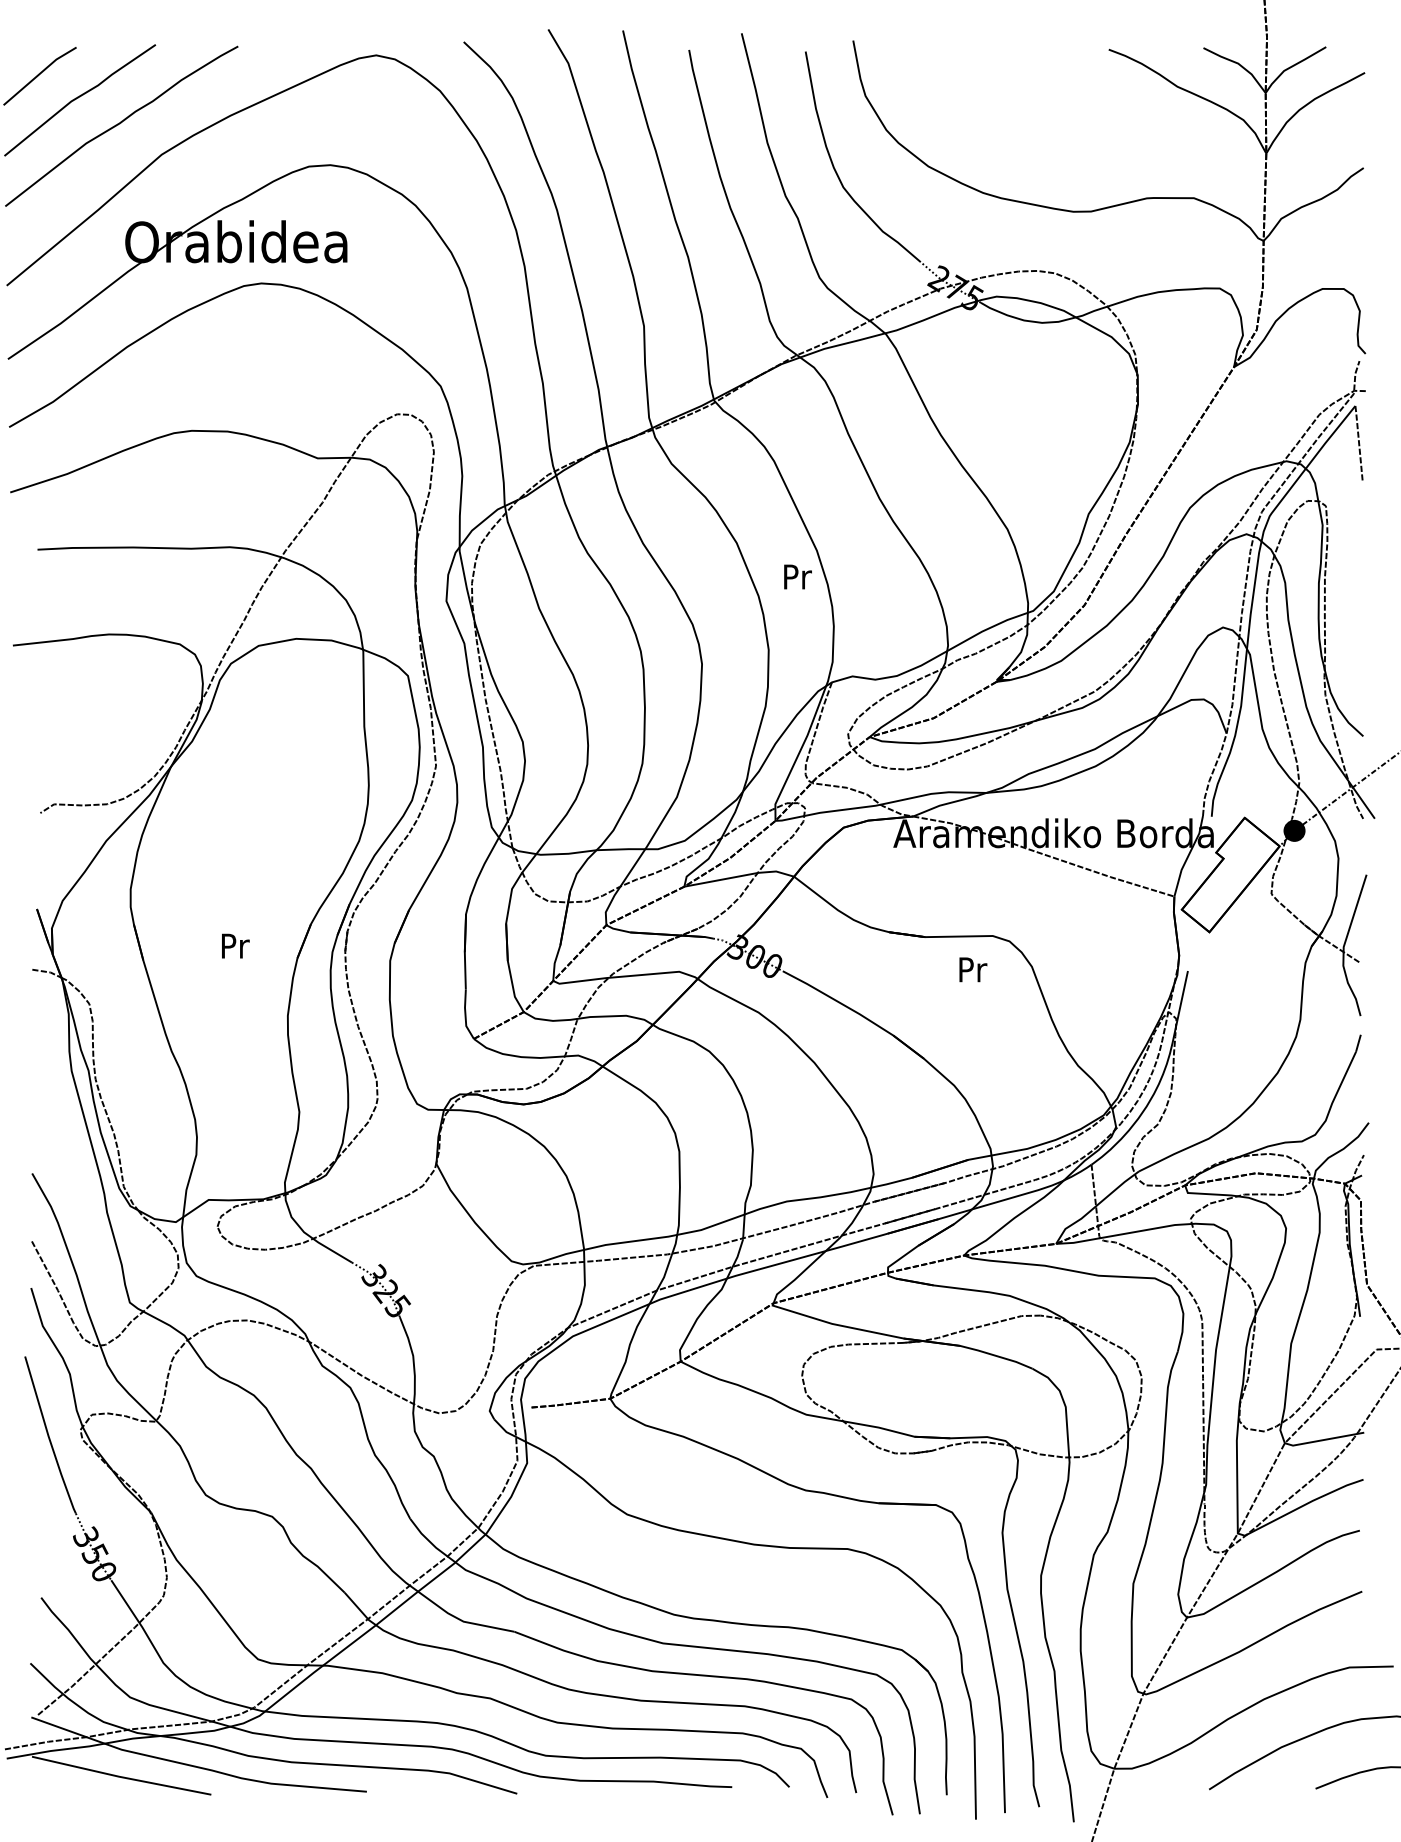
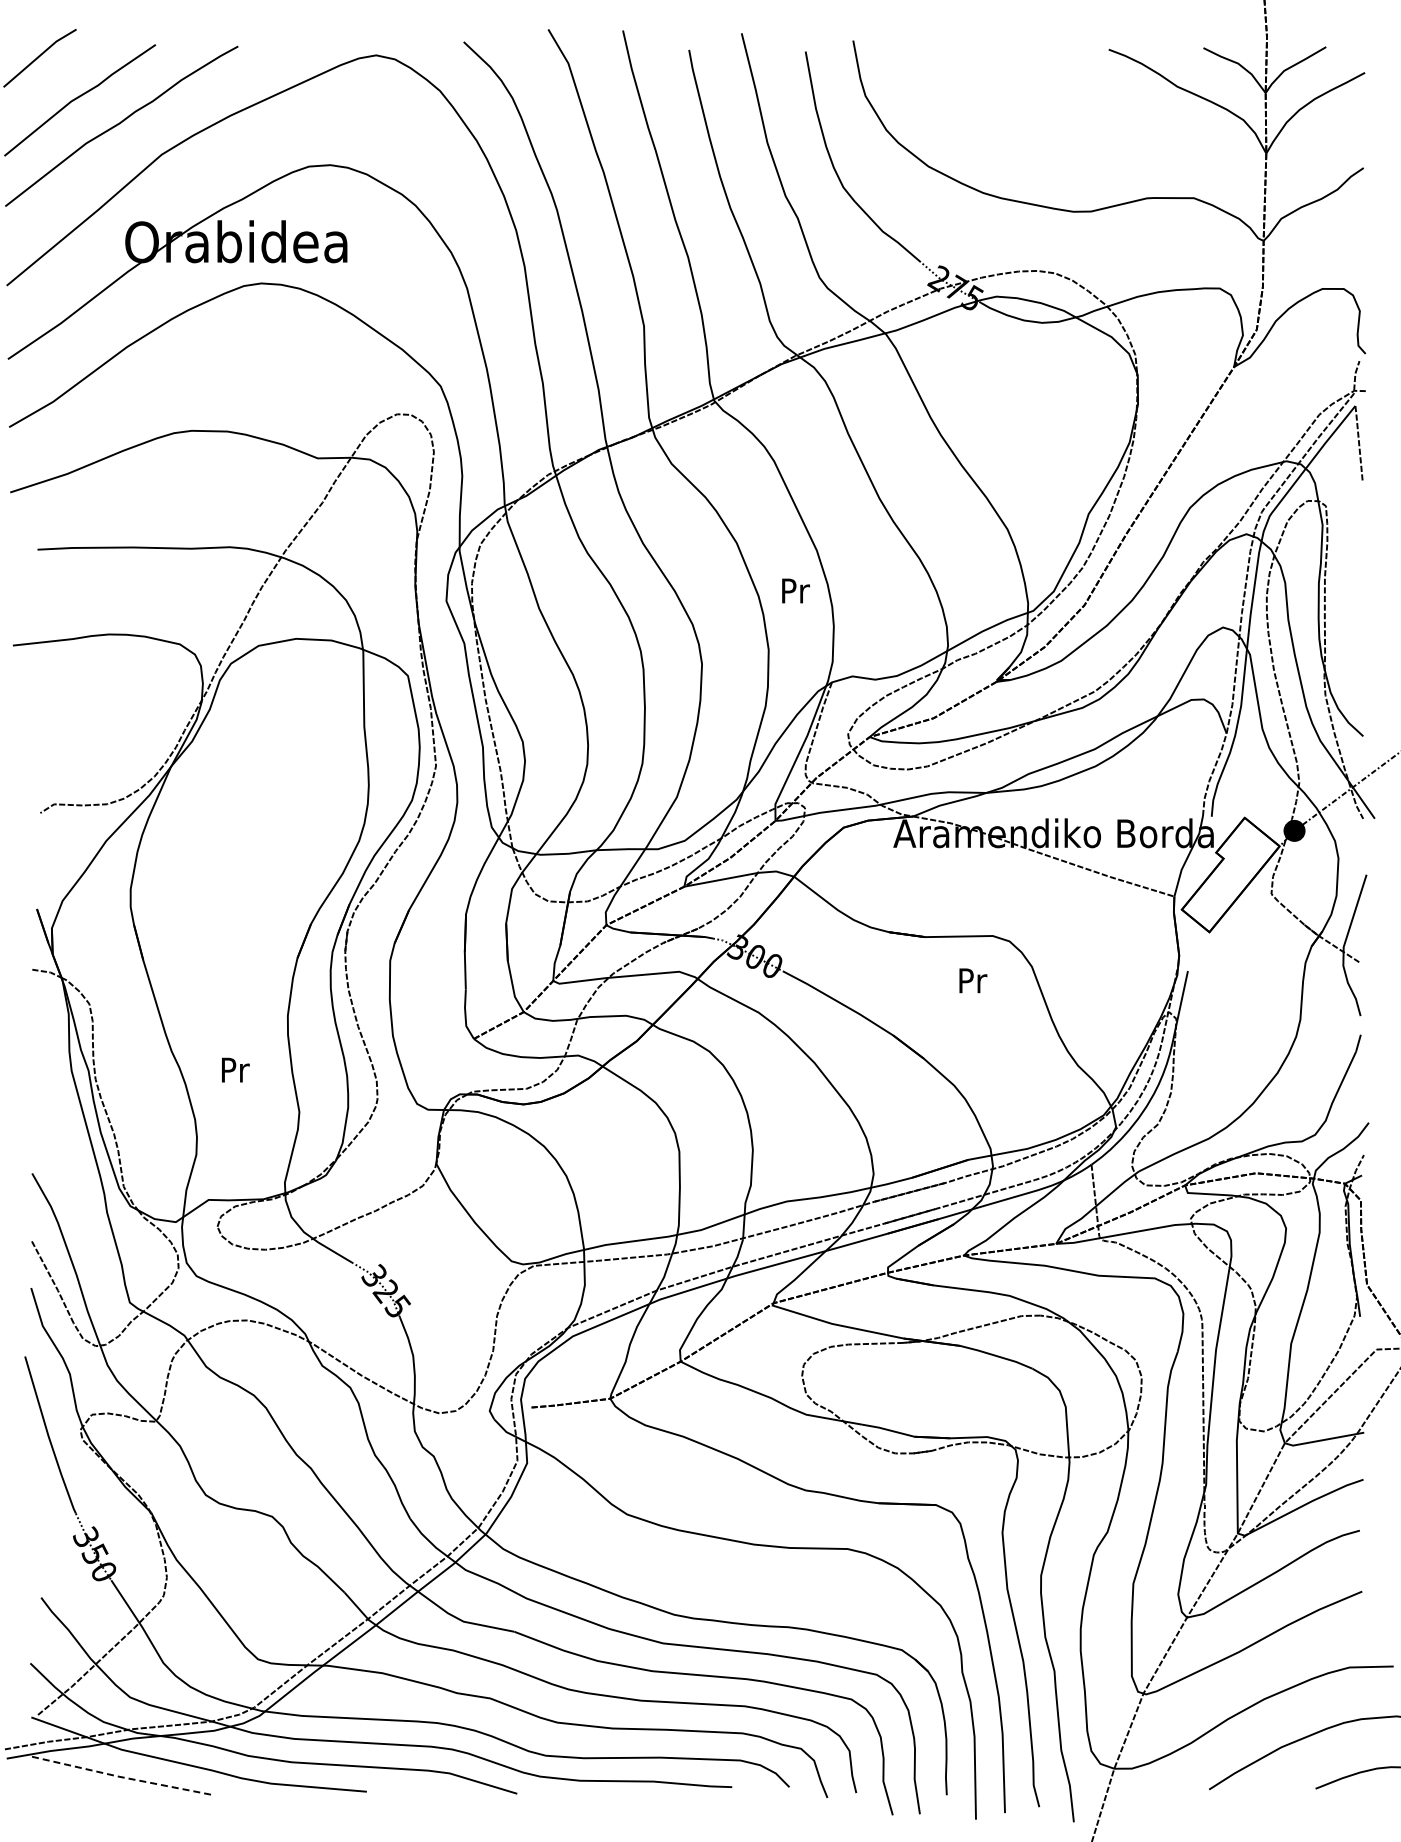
line at (39, 75) position: (39, 75) -> (39, 57)
text at (797, 576) position: (797, 576) -> (795, 590)
text at (235, 945) position: (235, 945) -> (235, 1069)
text at (973, 969) position: (973, 969) -> (973, 980)
line at (120, 1777): solid -> dashed
